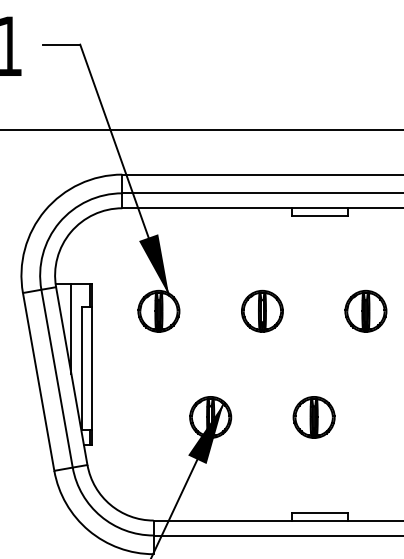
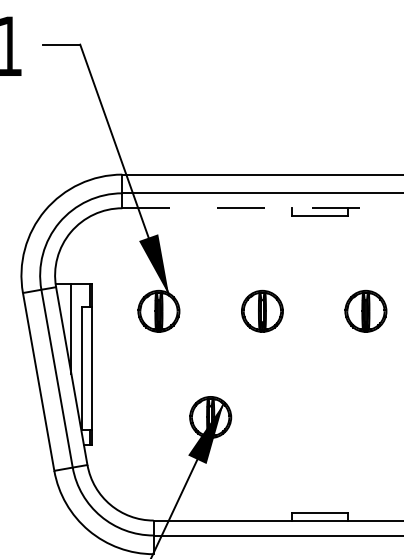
line at (201, 129): present -> none
line at (263, 208): solid -> dashed
part at (313, 417): present -> none
